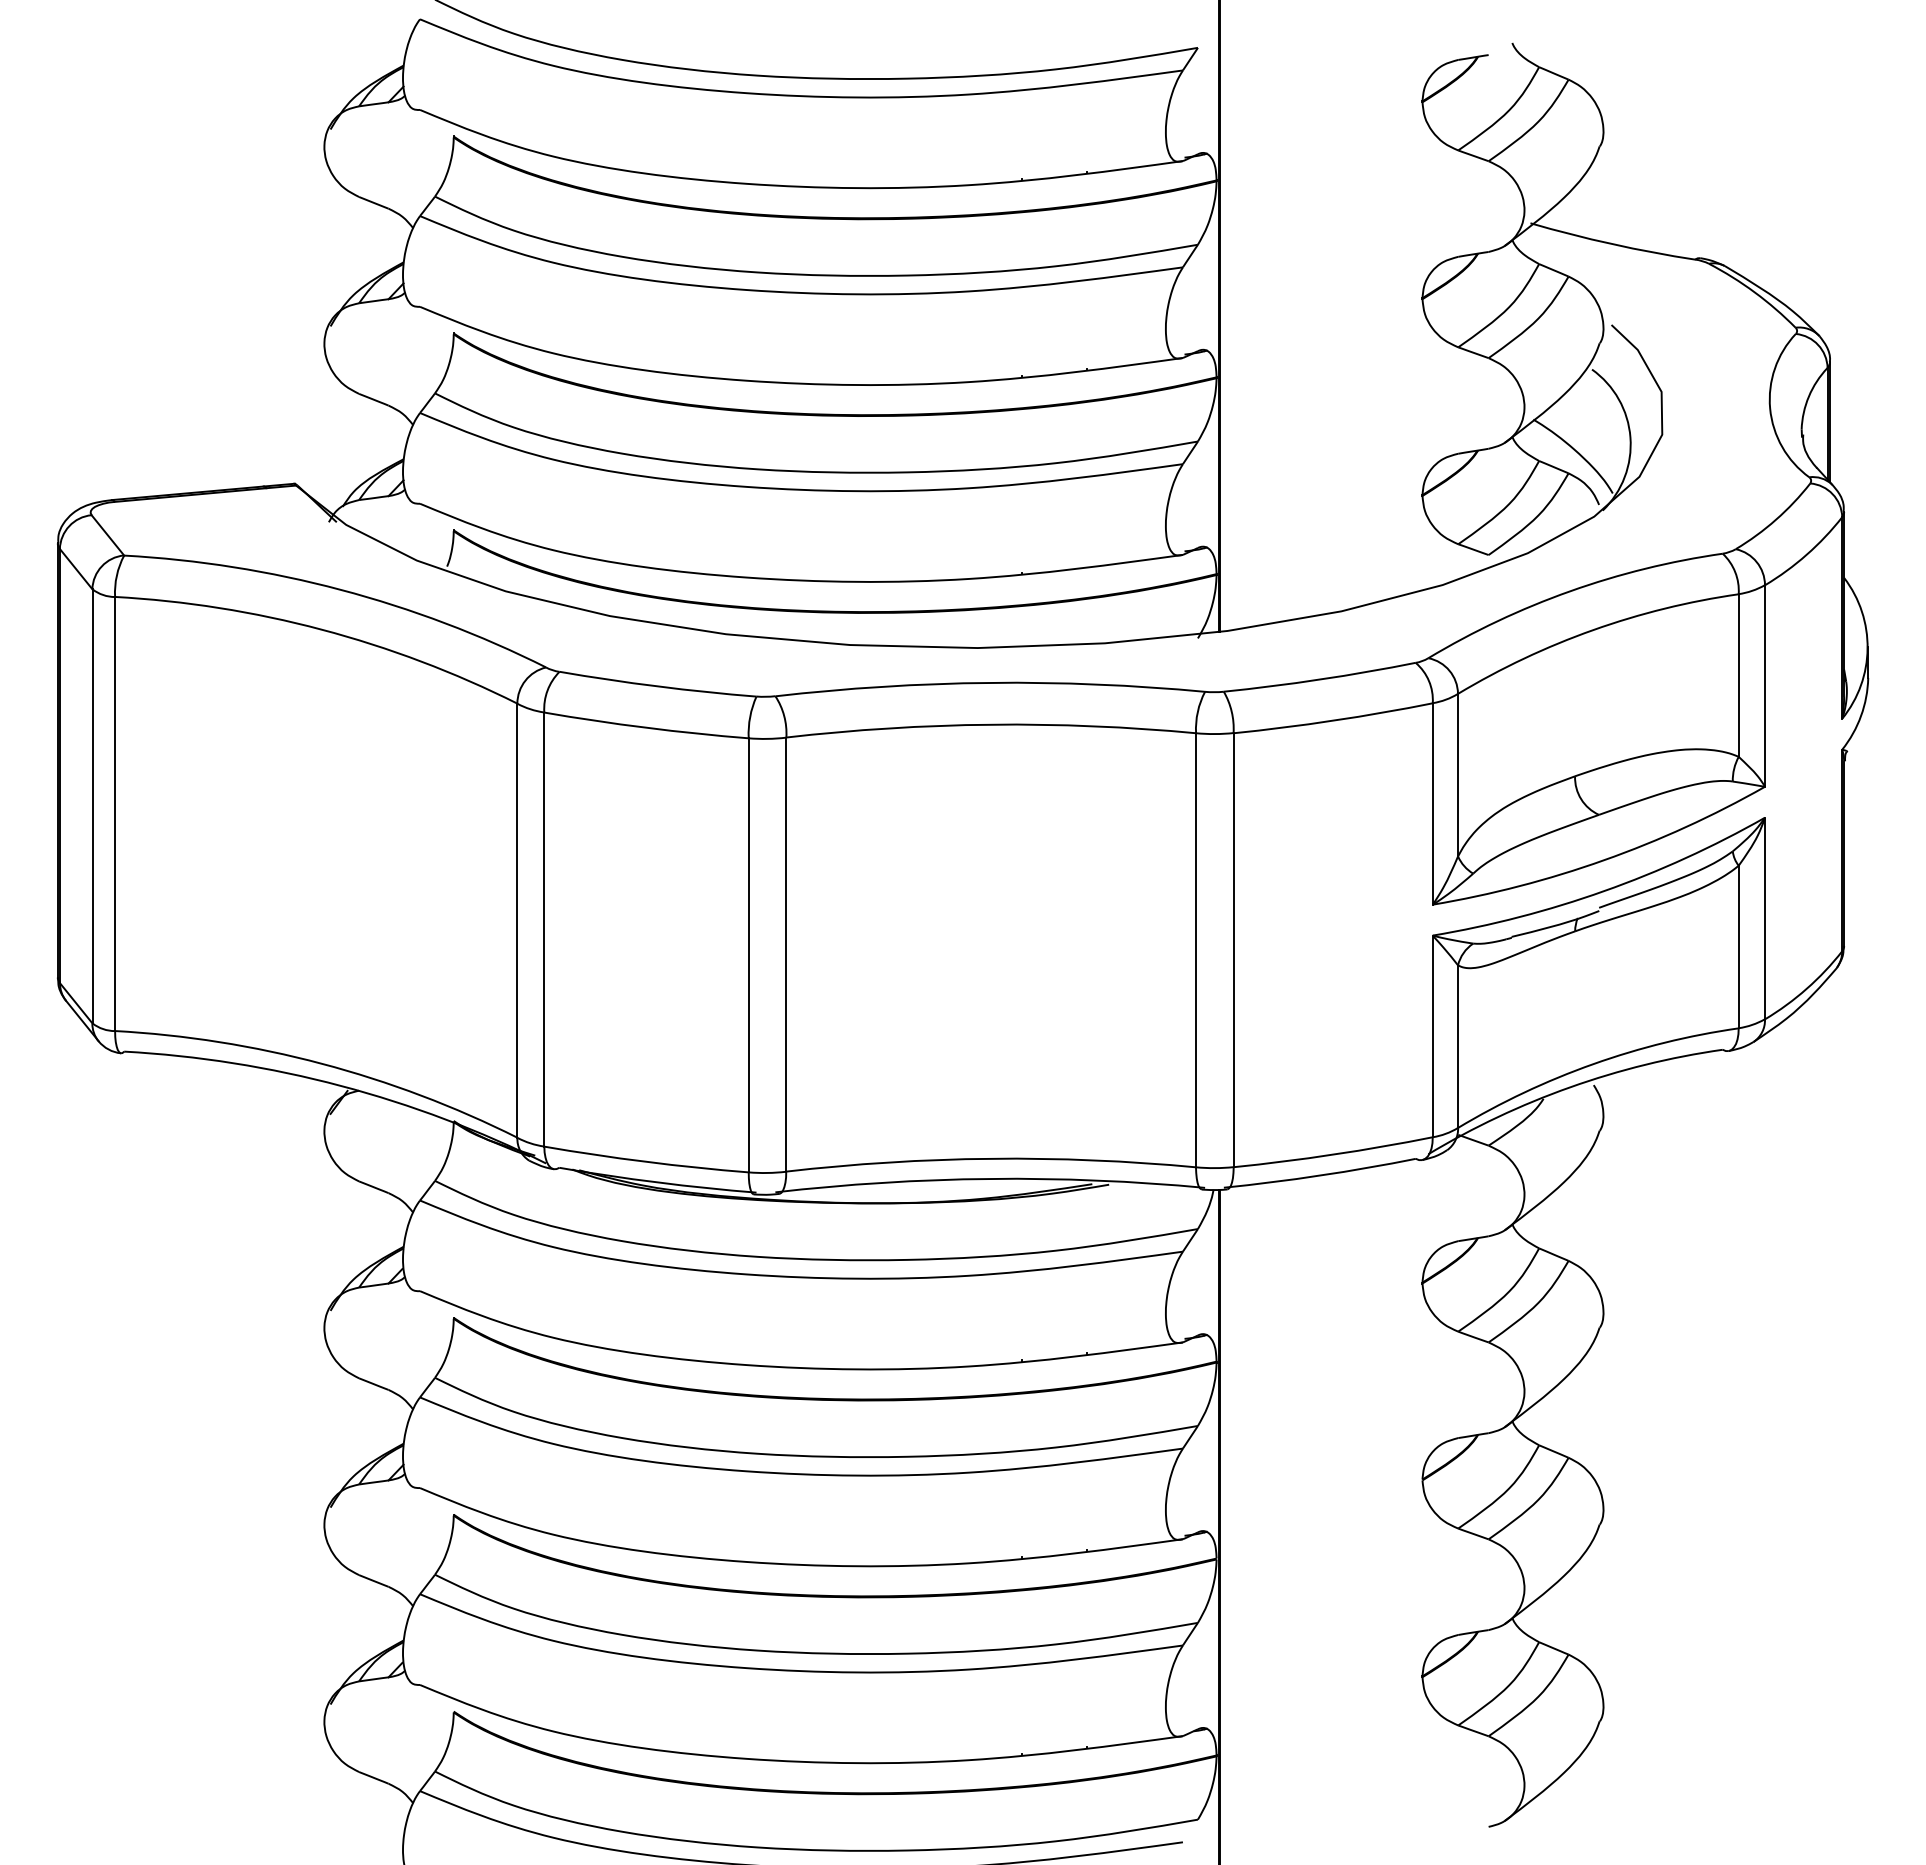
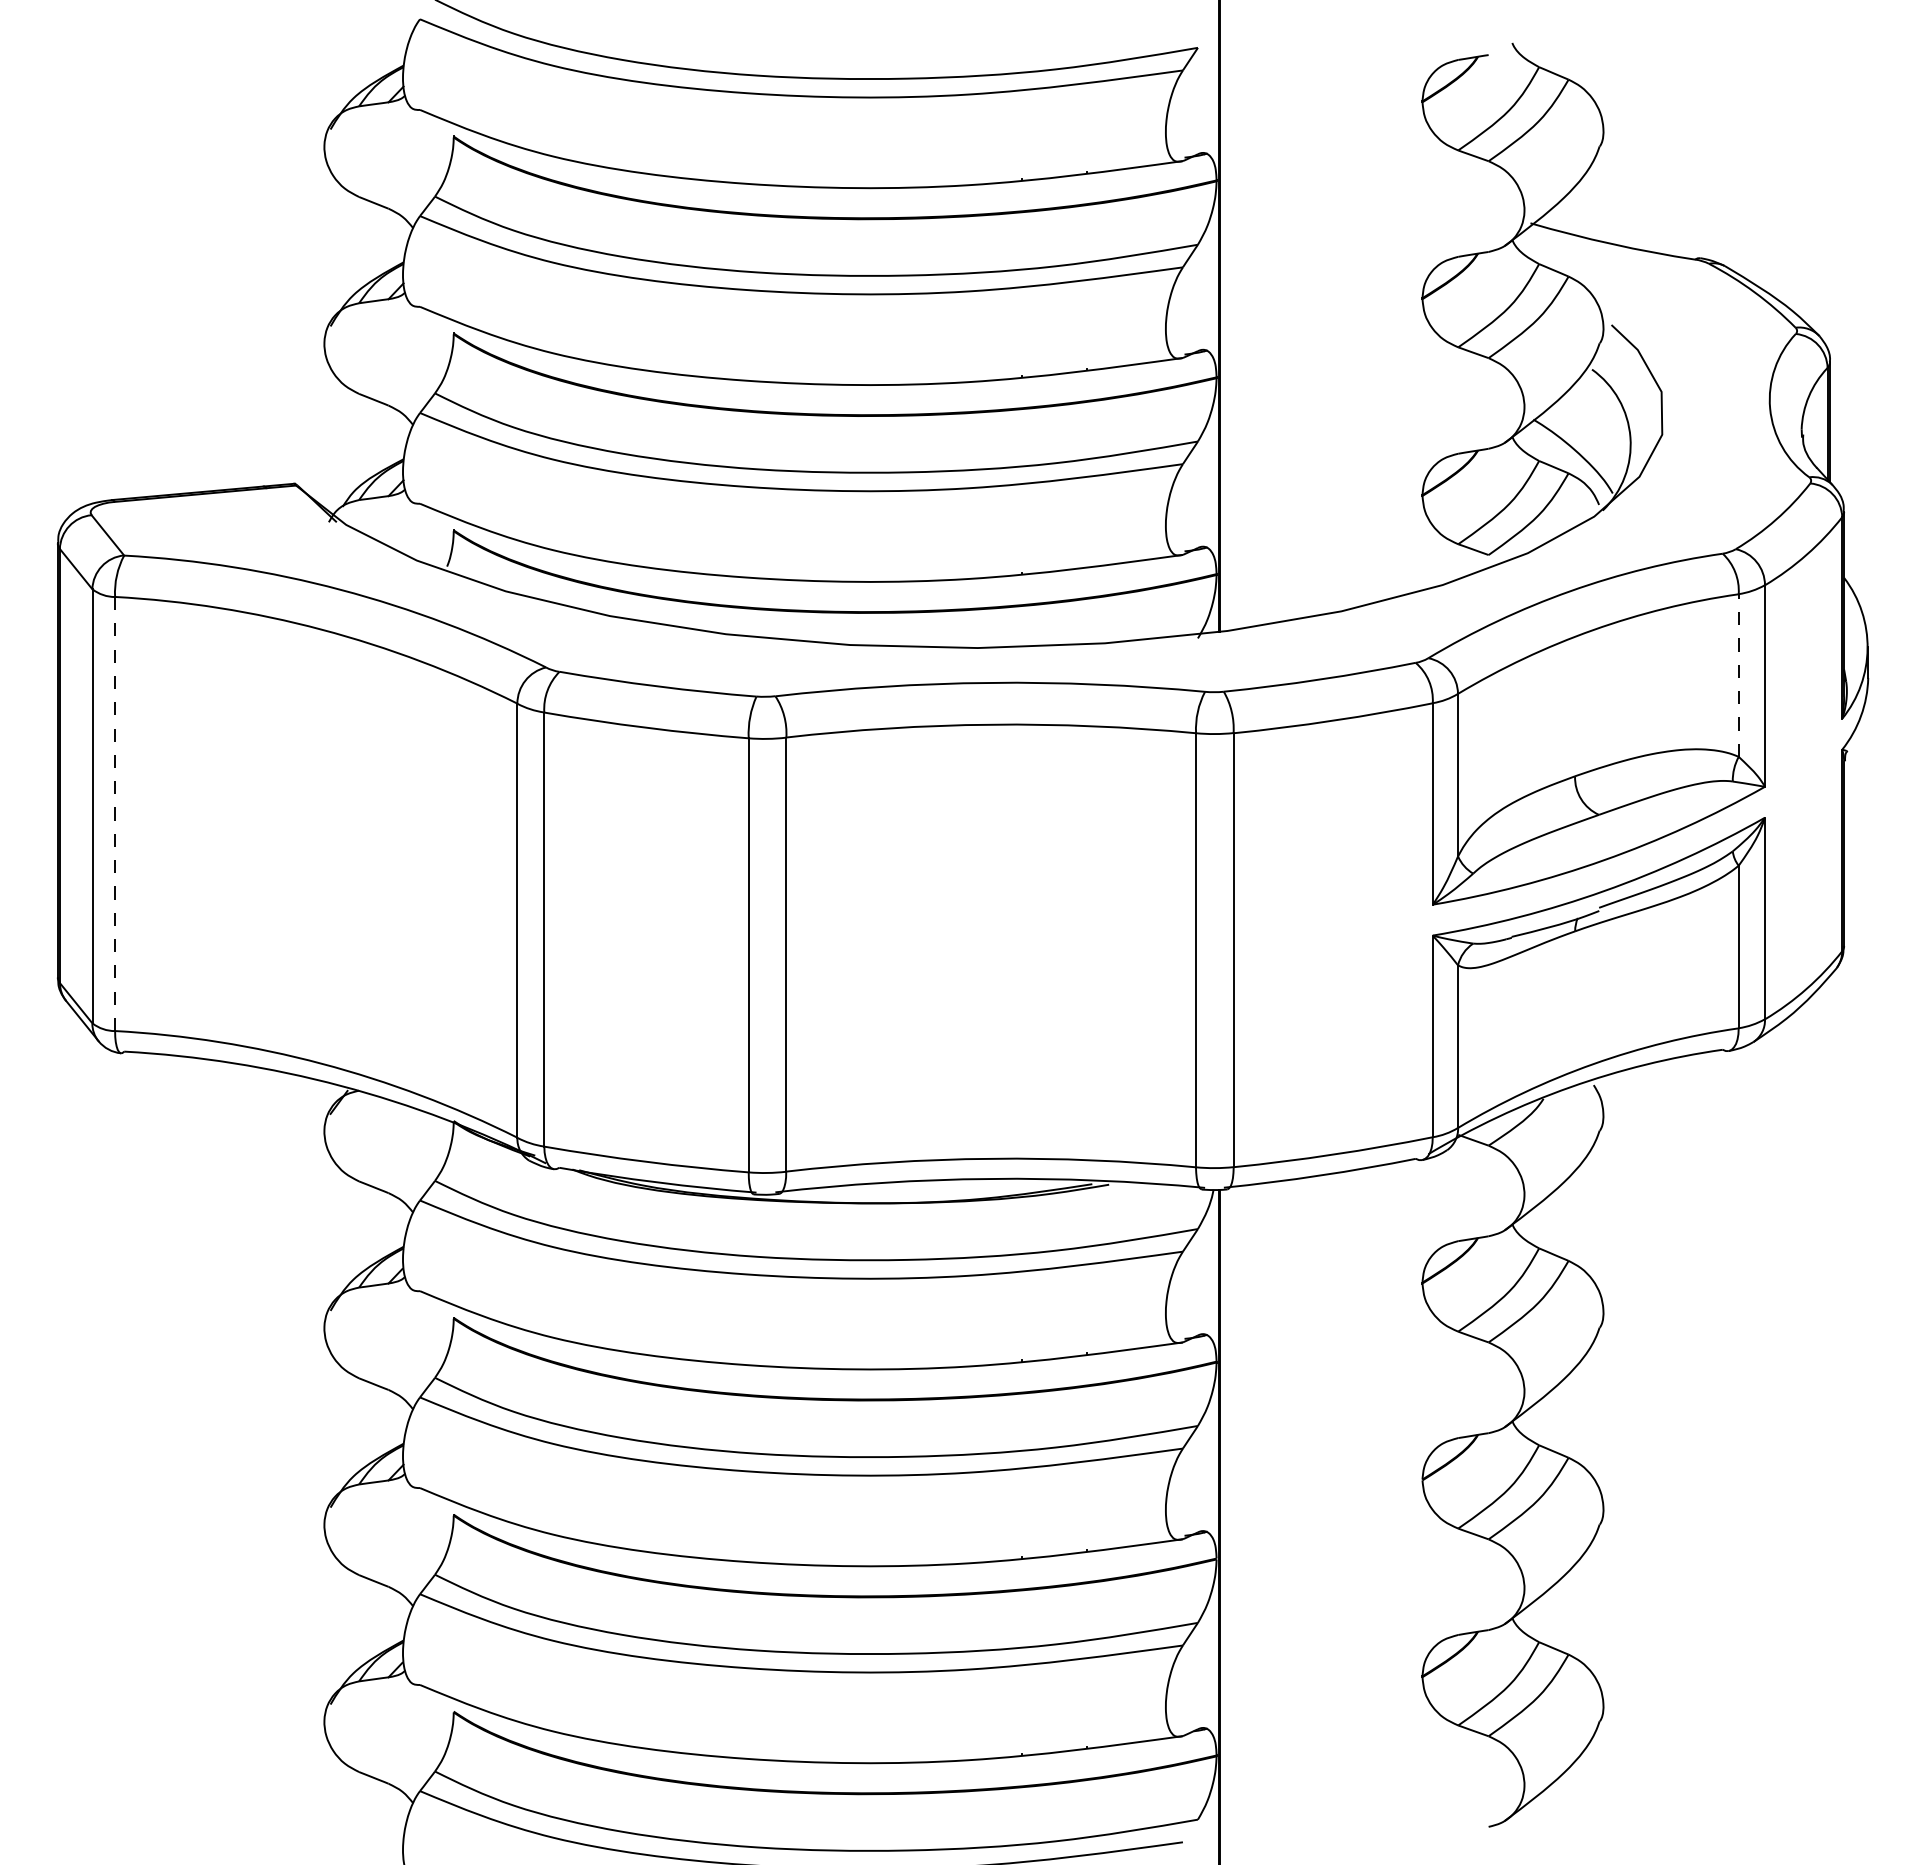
line at (1738, 675): solid -> dashed
line at (115, 814): solid -> dashed
